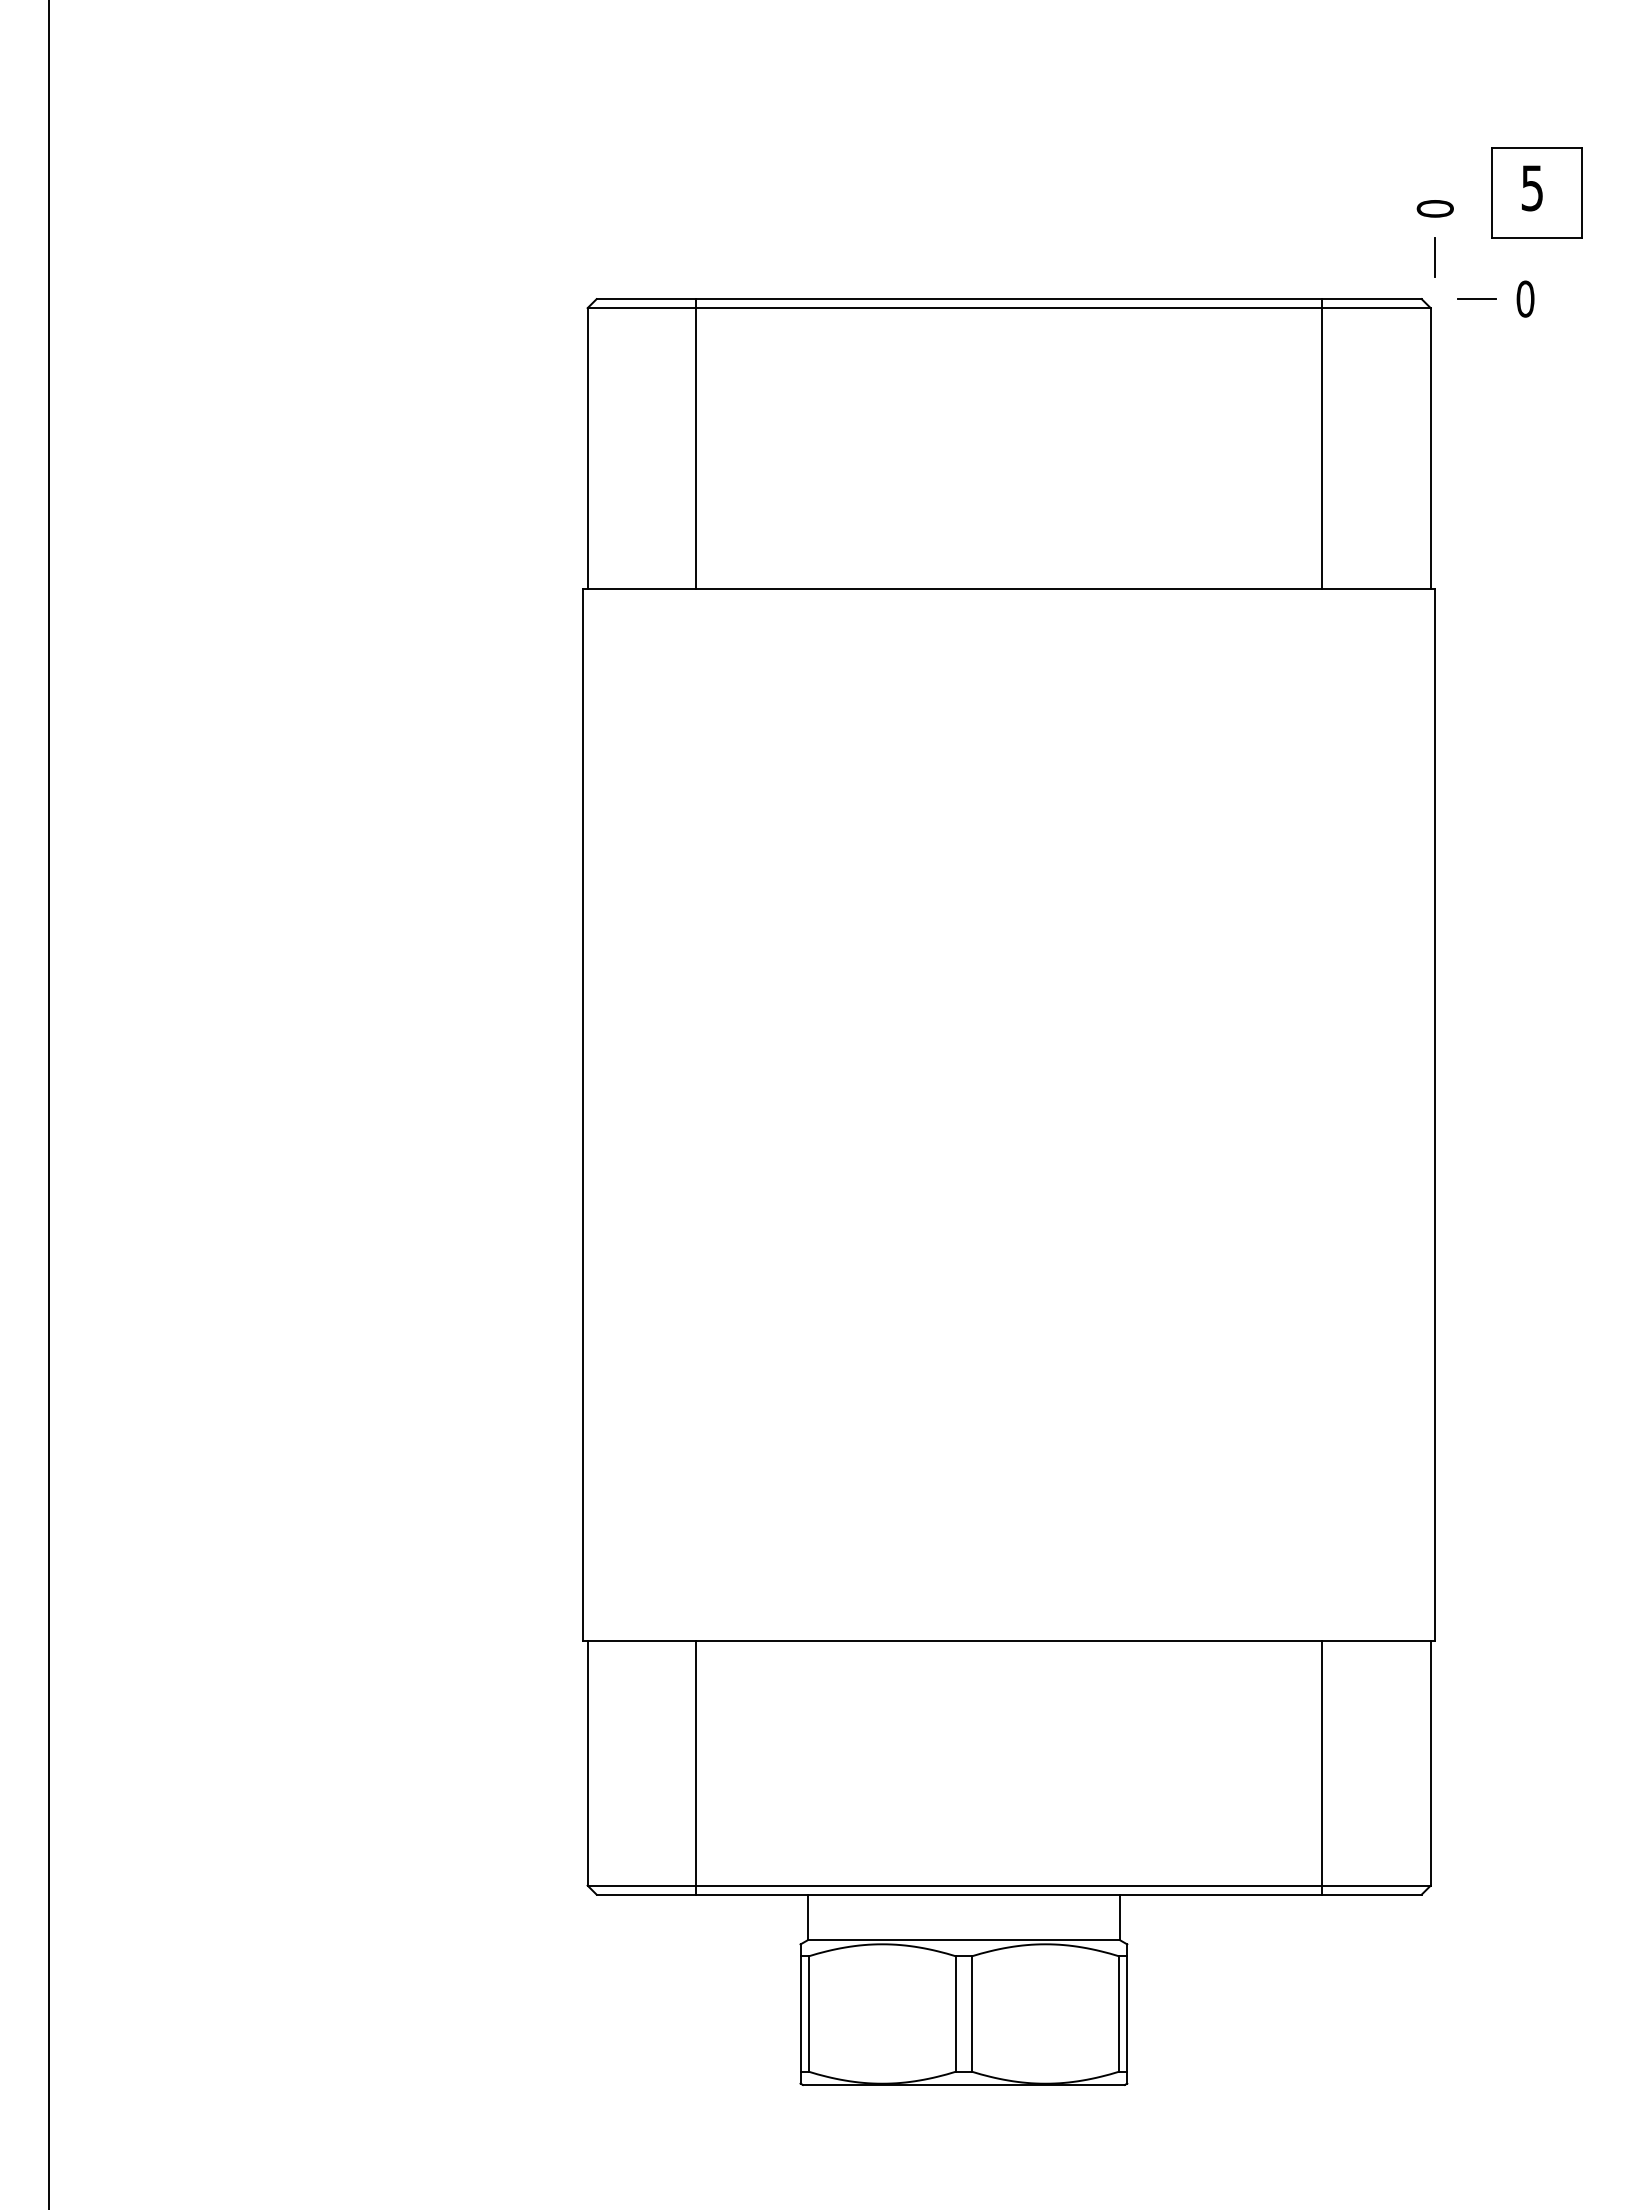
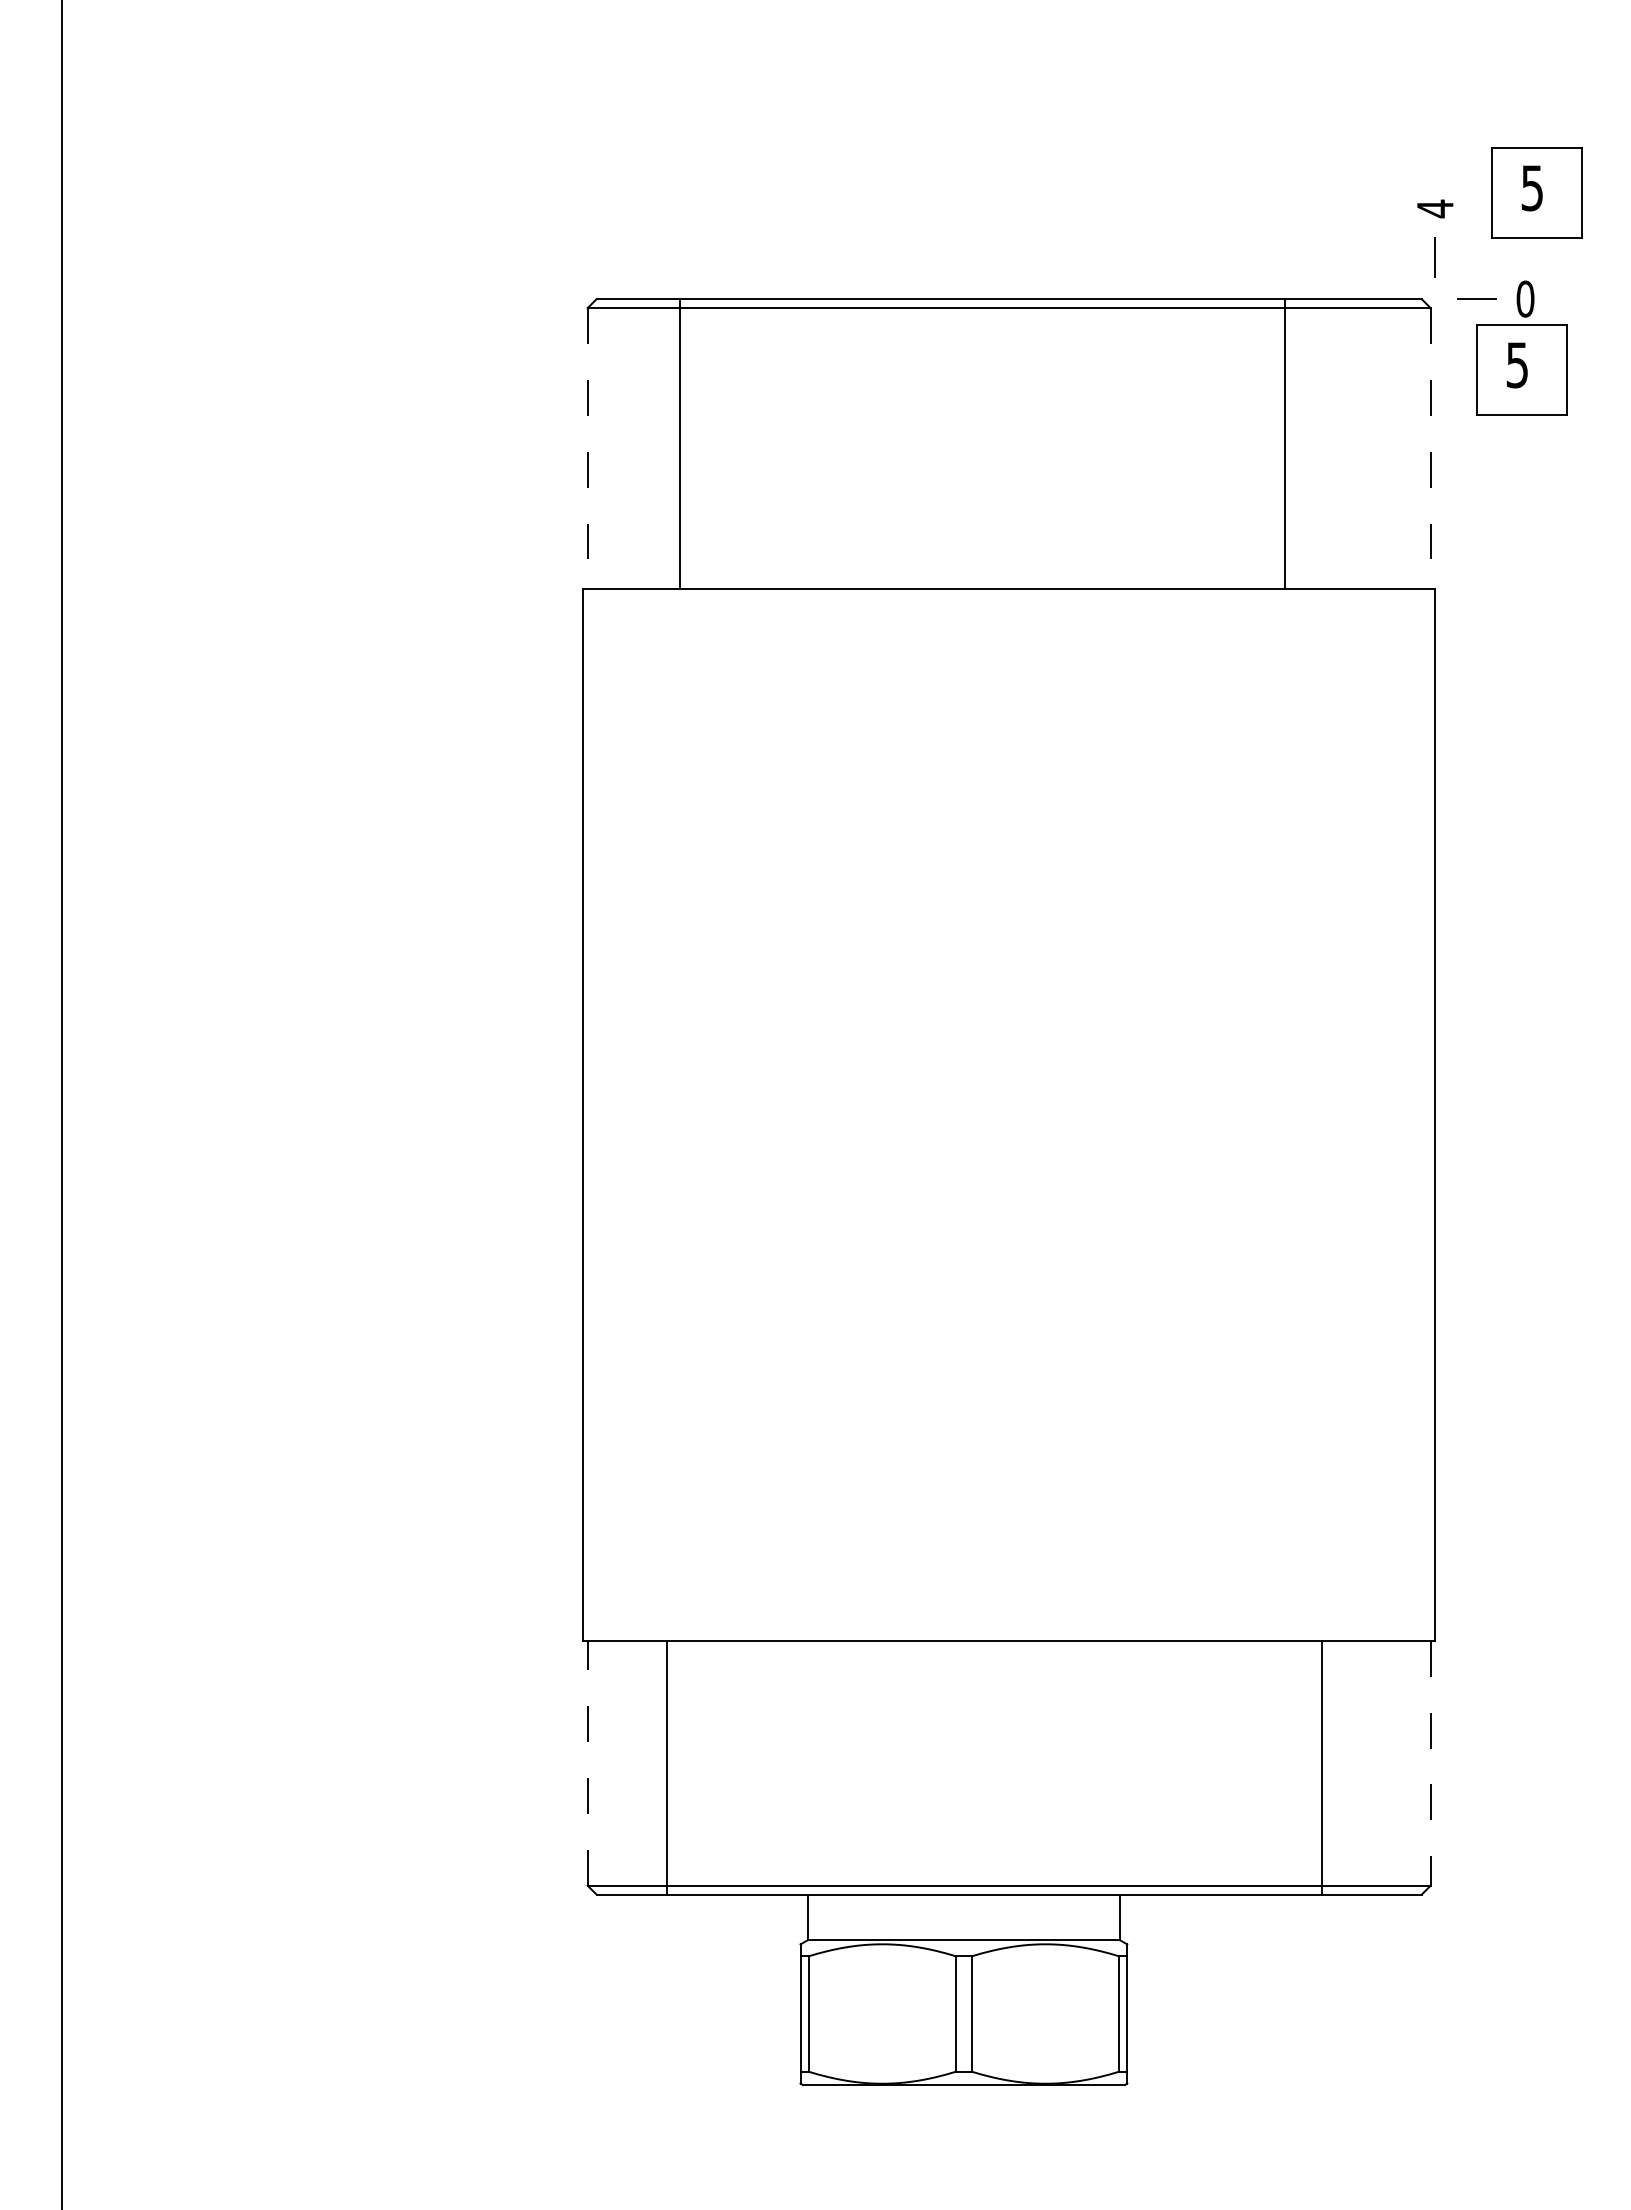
text at (1434, 208): 0 -> 4
part at (1521, 369): none -> present
line at (696, 444) position: (696, 444) -> (680, 444)
line at (1321, 444) position: (1321, 444) -> (1284, 444)
line at (587, 448): solid -> dashed
line at (1430, 448): solid -> dashed
line at (48, 1104) position: (48, 1104) -> (61, 1104)
line at (587, 1762): solid -> dashed
line at (1430, 1763): solid -> dashed
line at (696, 1767) position: (696, 1767) -> (667, 1767)
